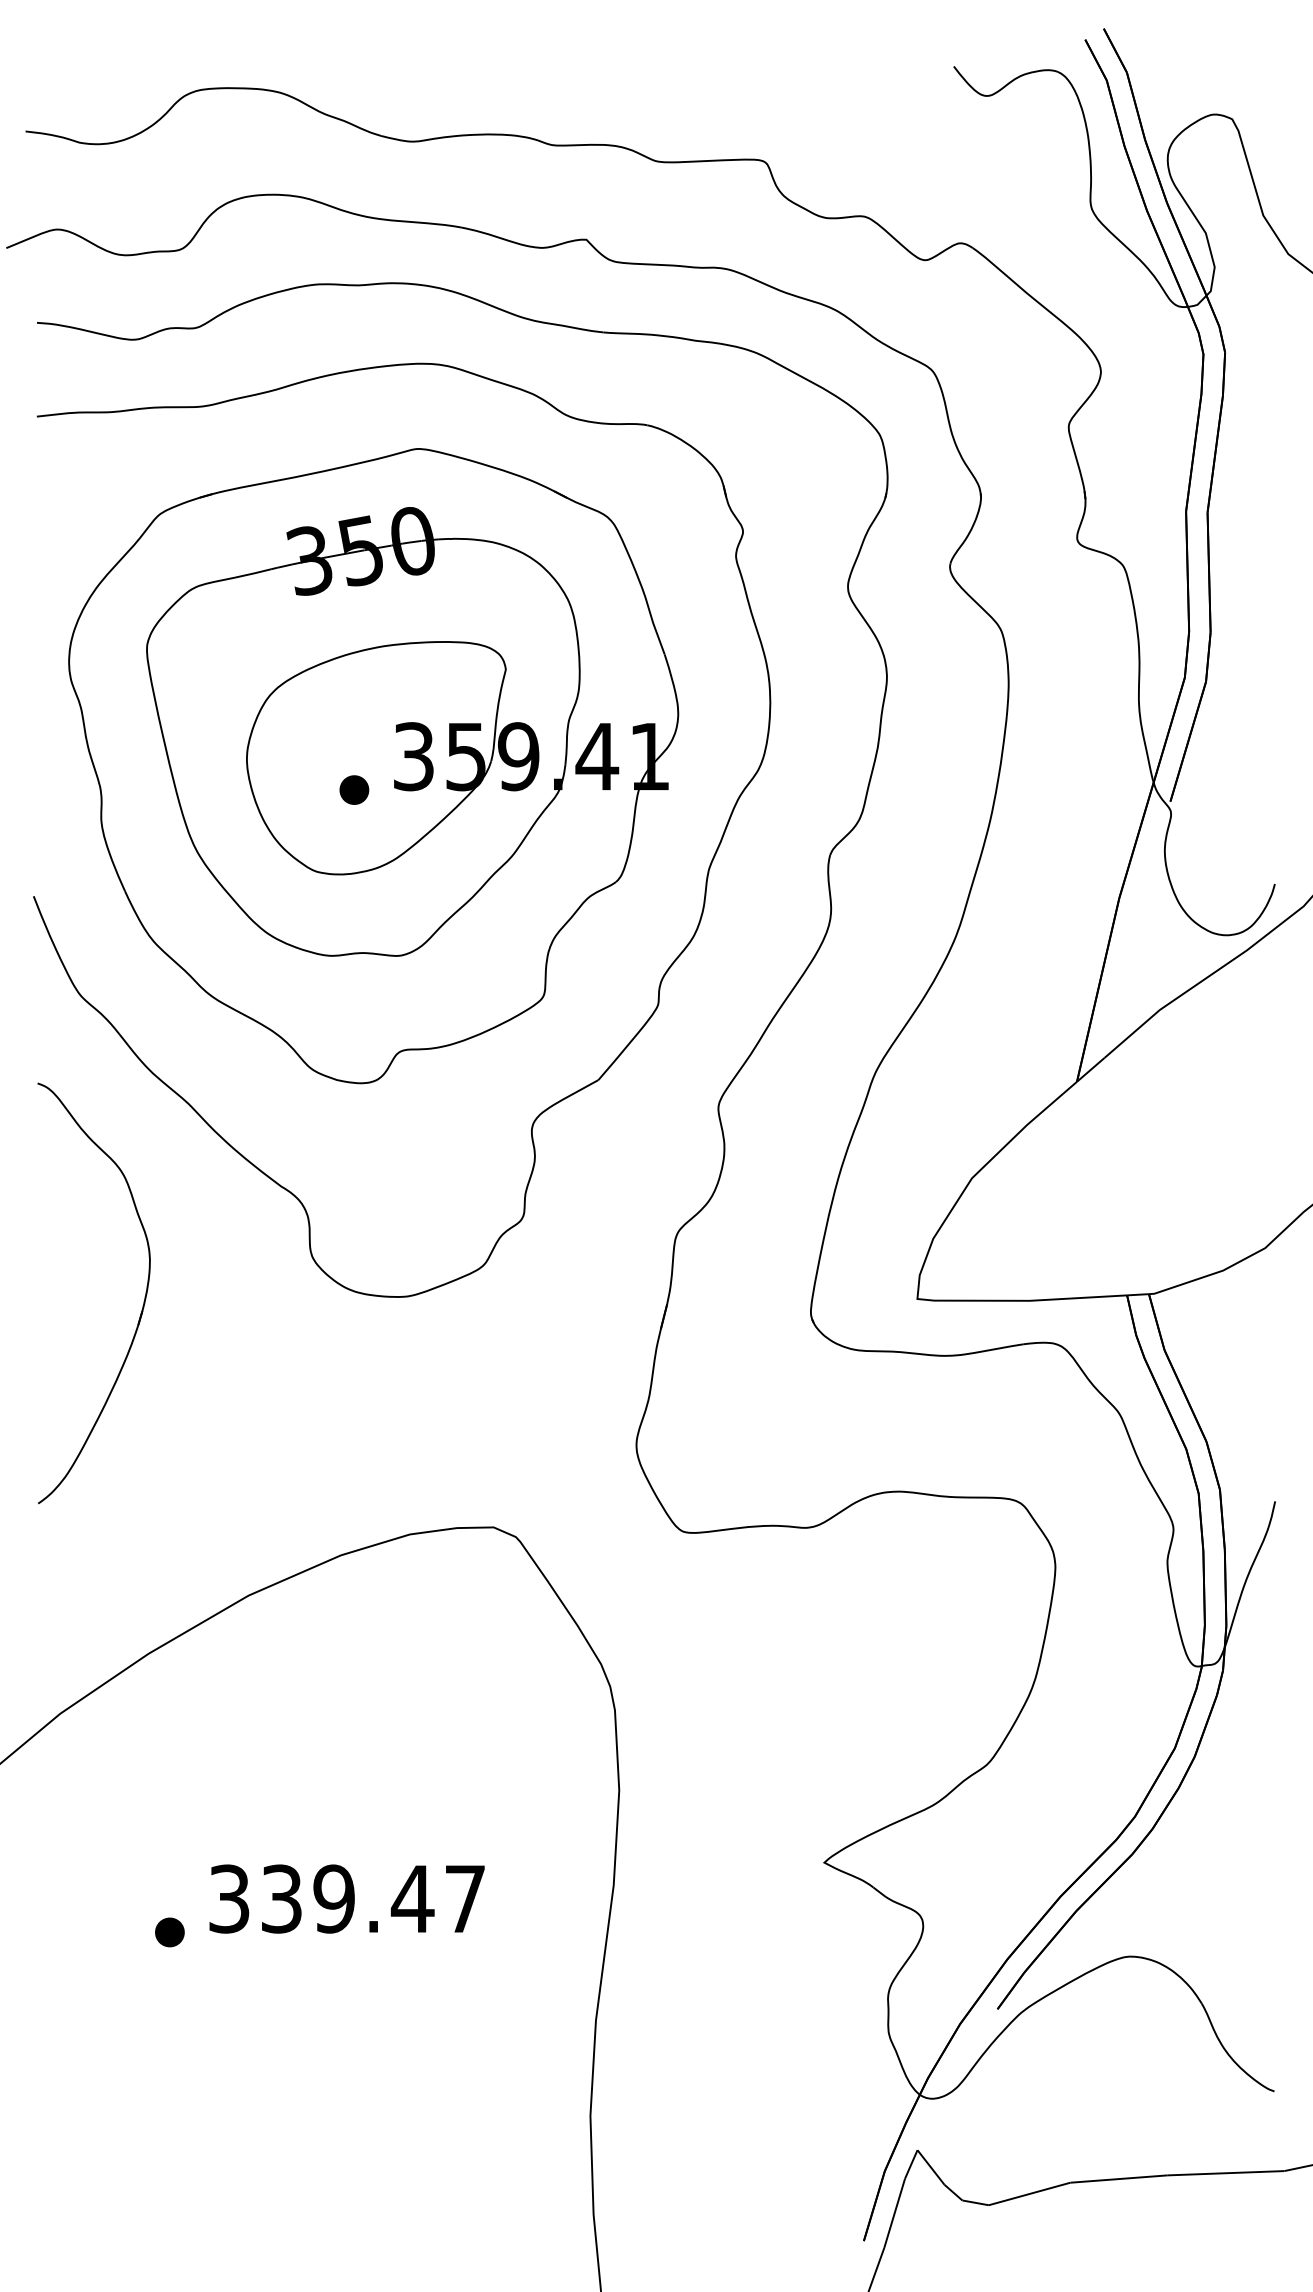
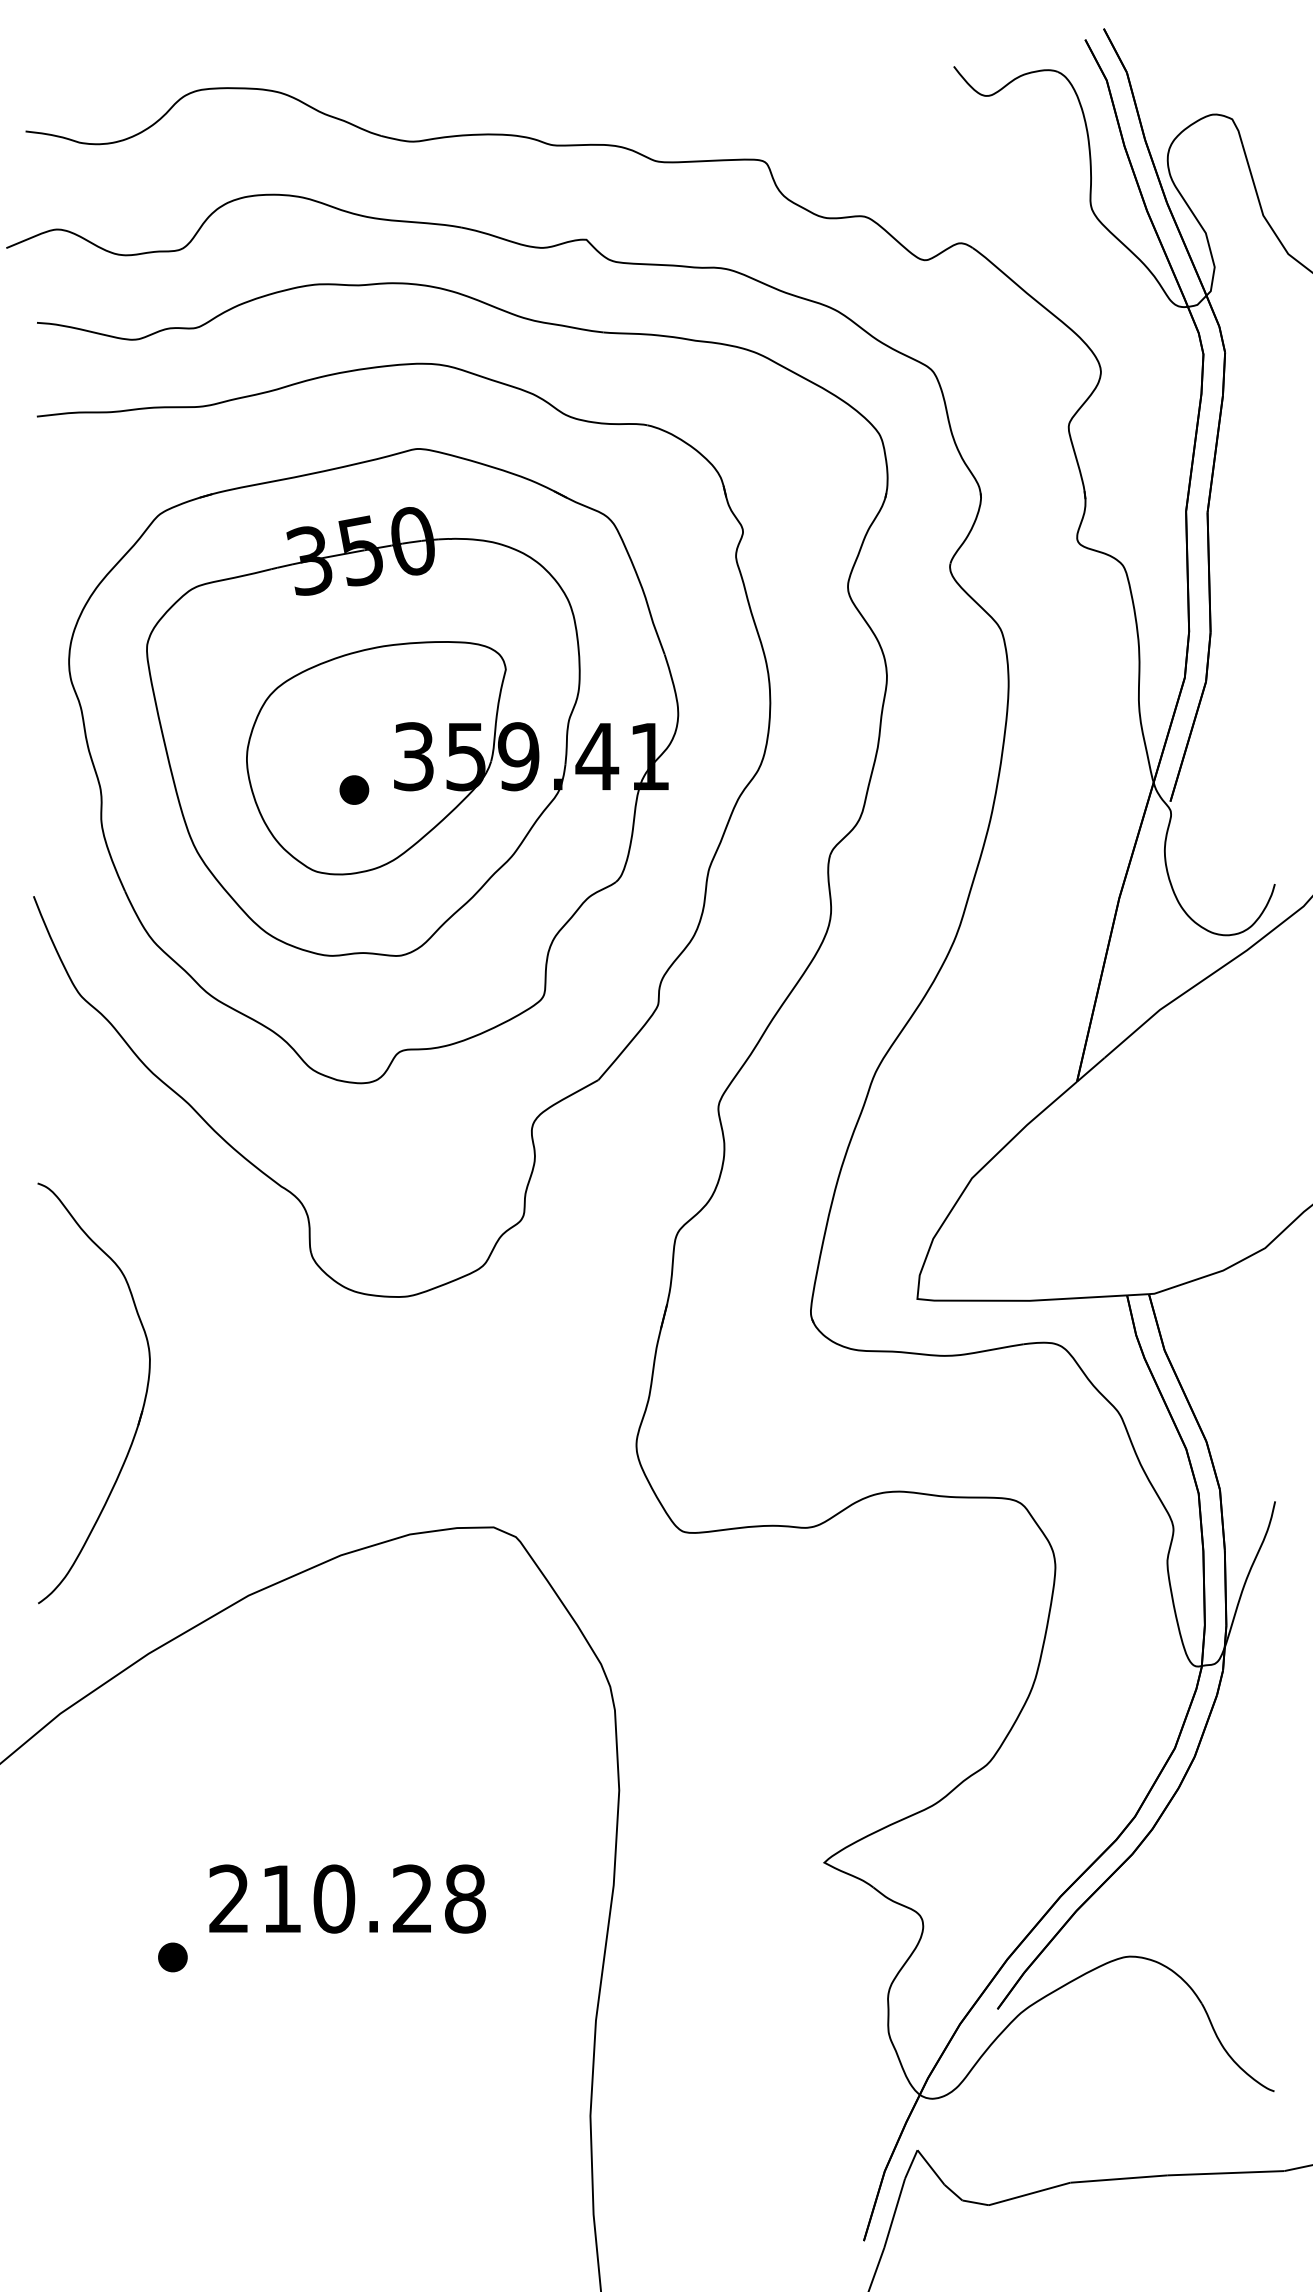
part at (142, 1305) position: (142, 1305) -> (142, 1405)
text at (347, 1898): 339.47 -> 210.28
part at (169, 1932) position: (169, 1932) -> (172, 1957)
